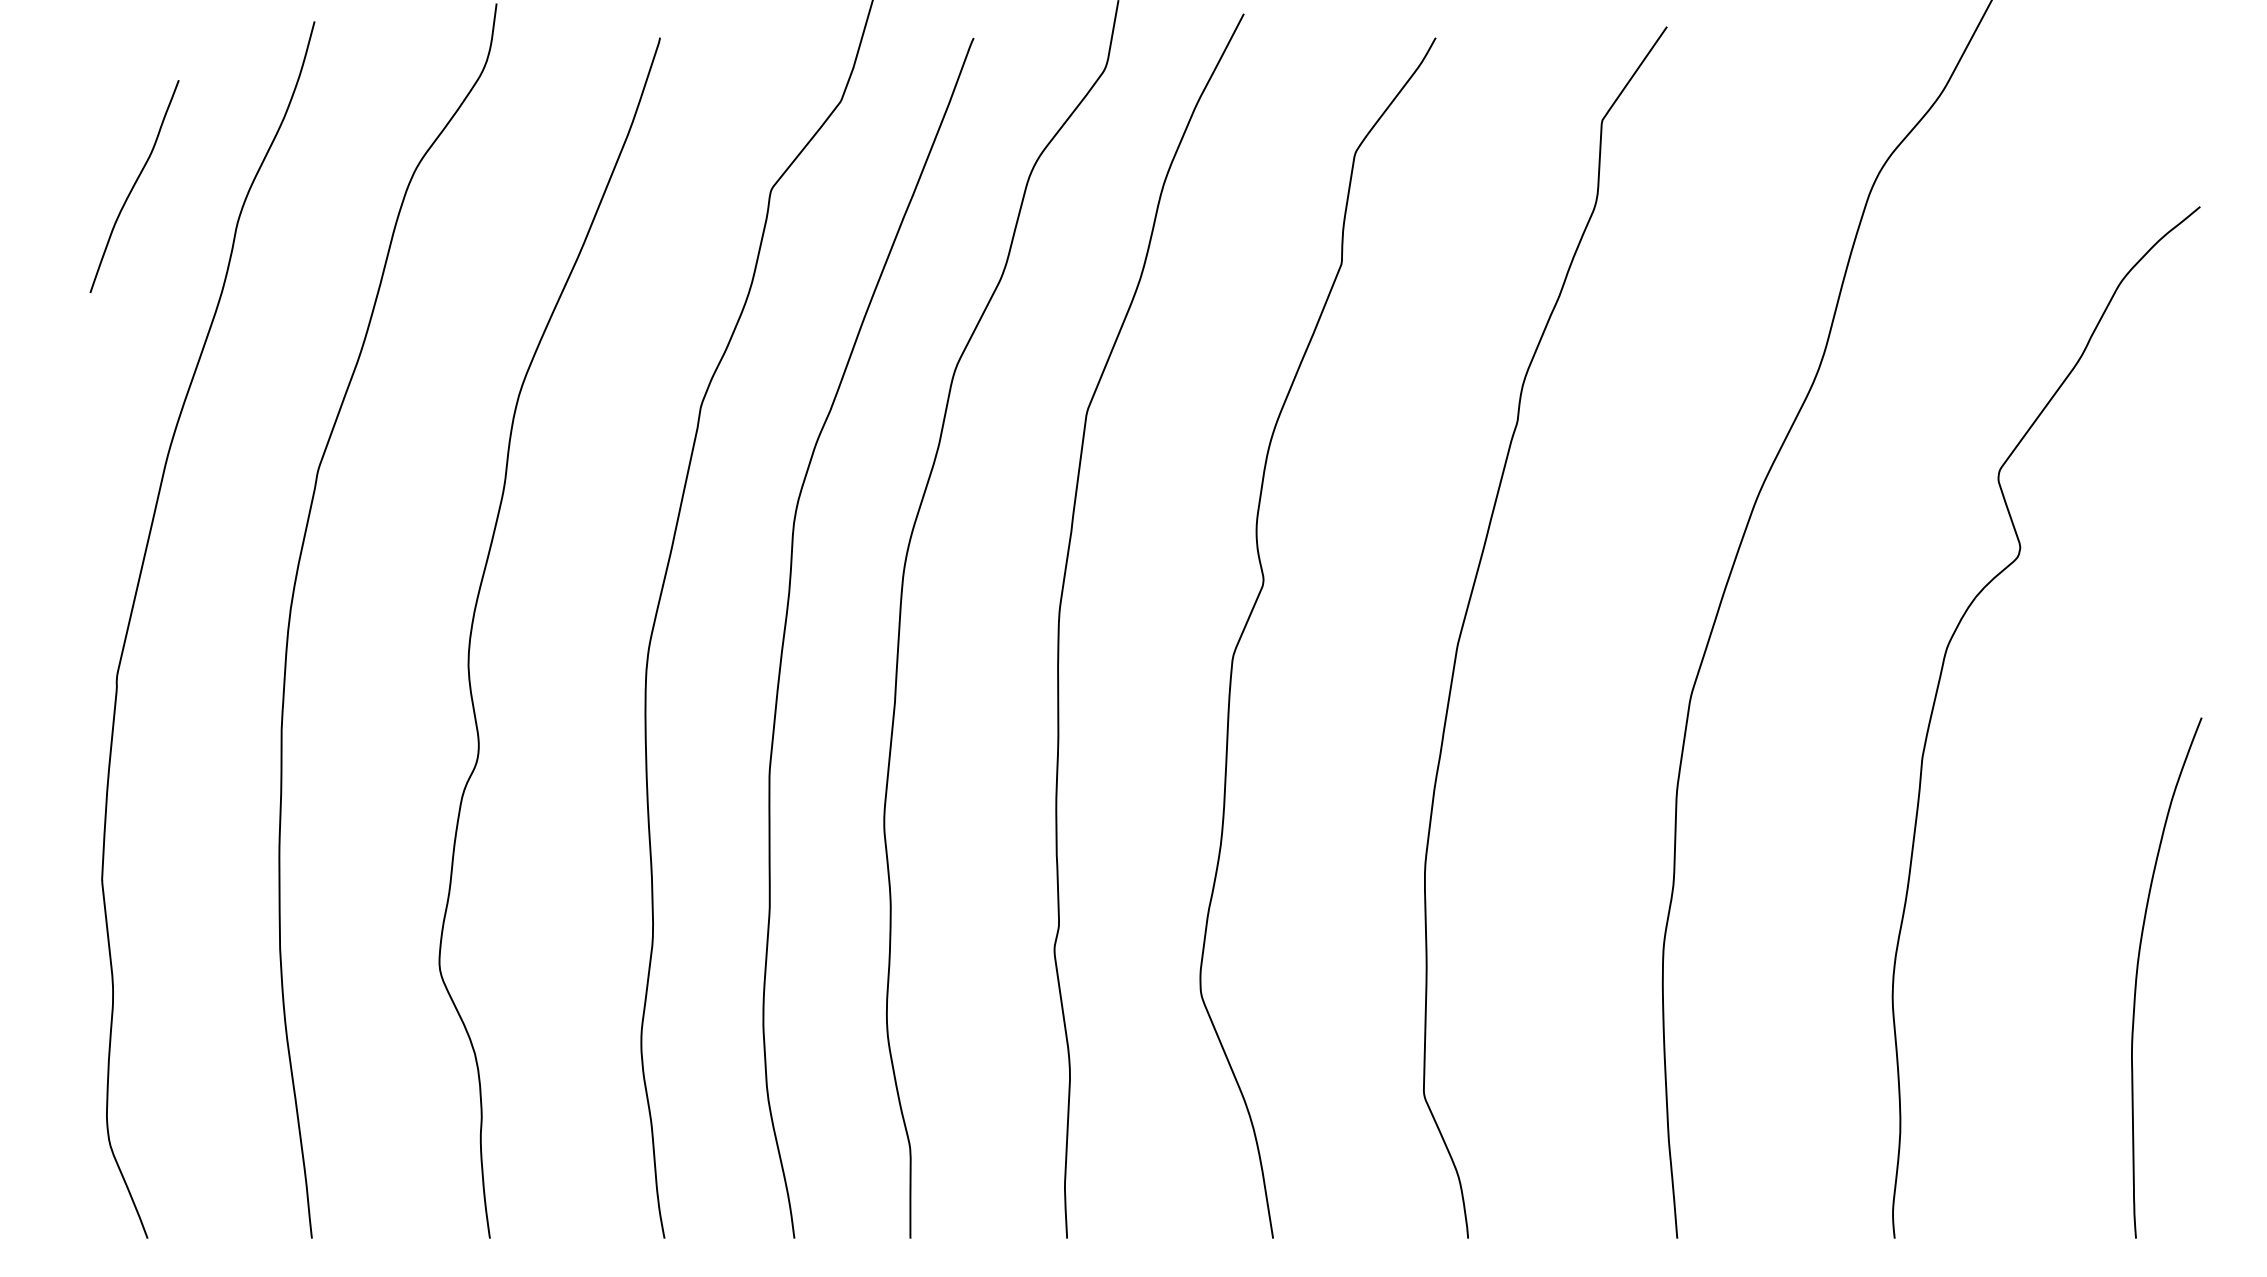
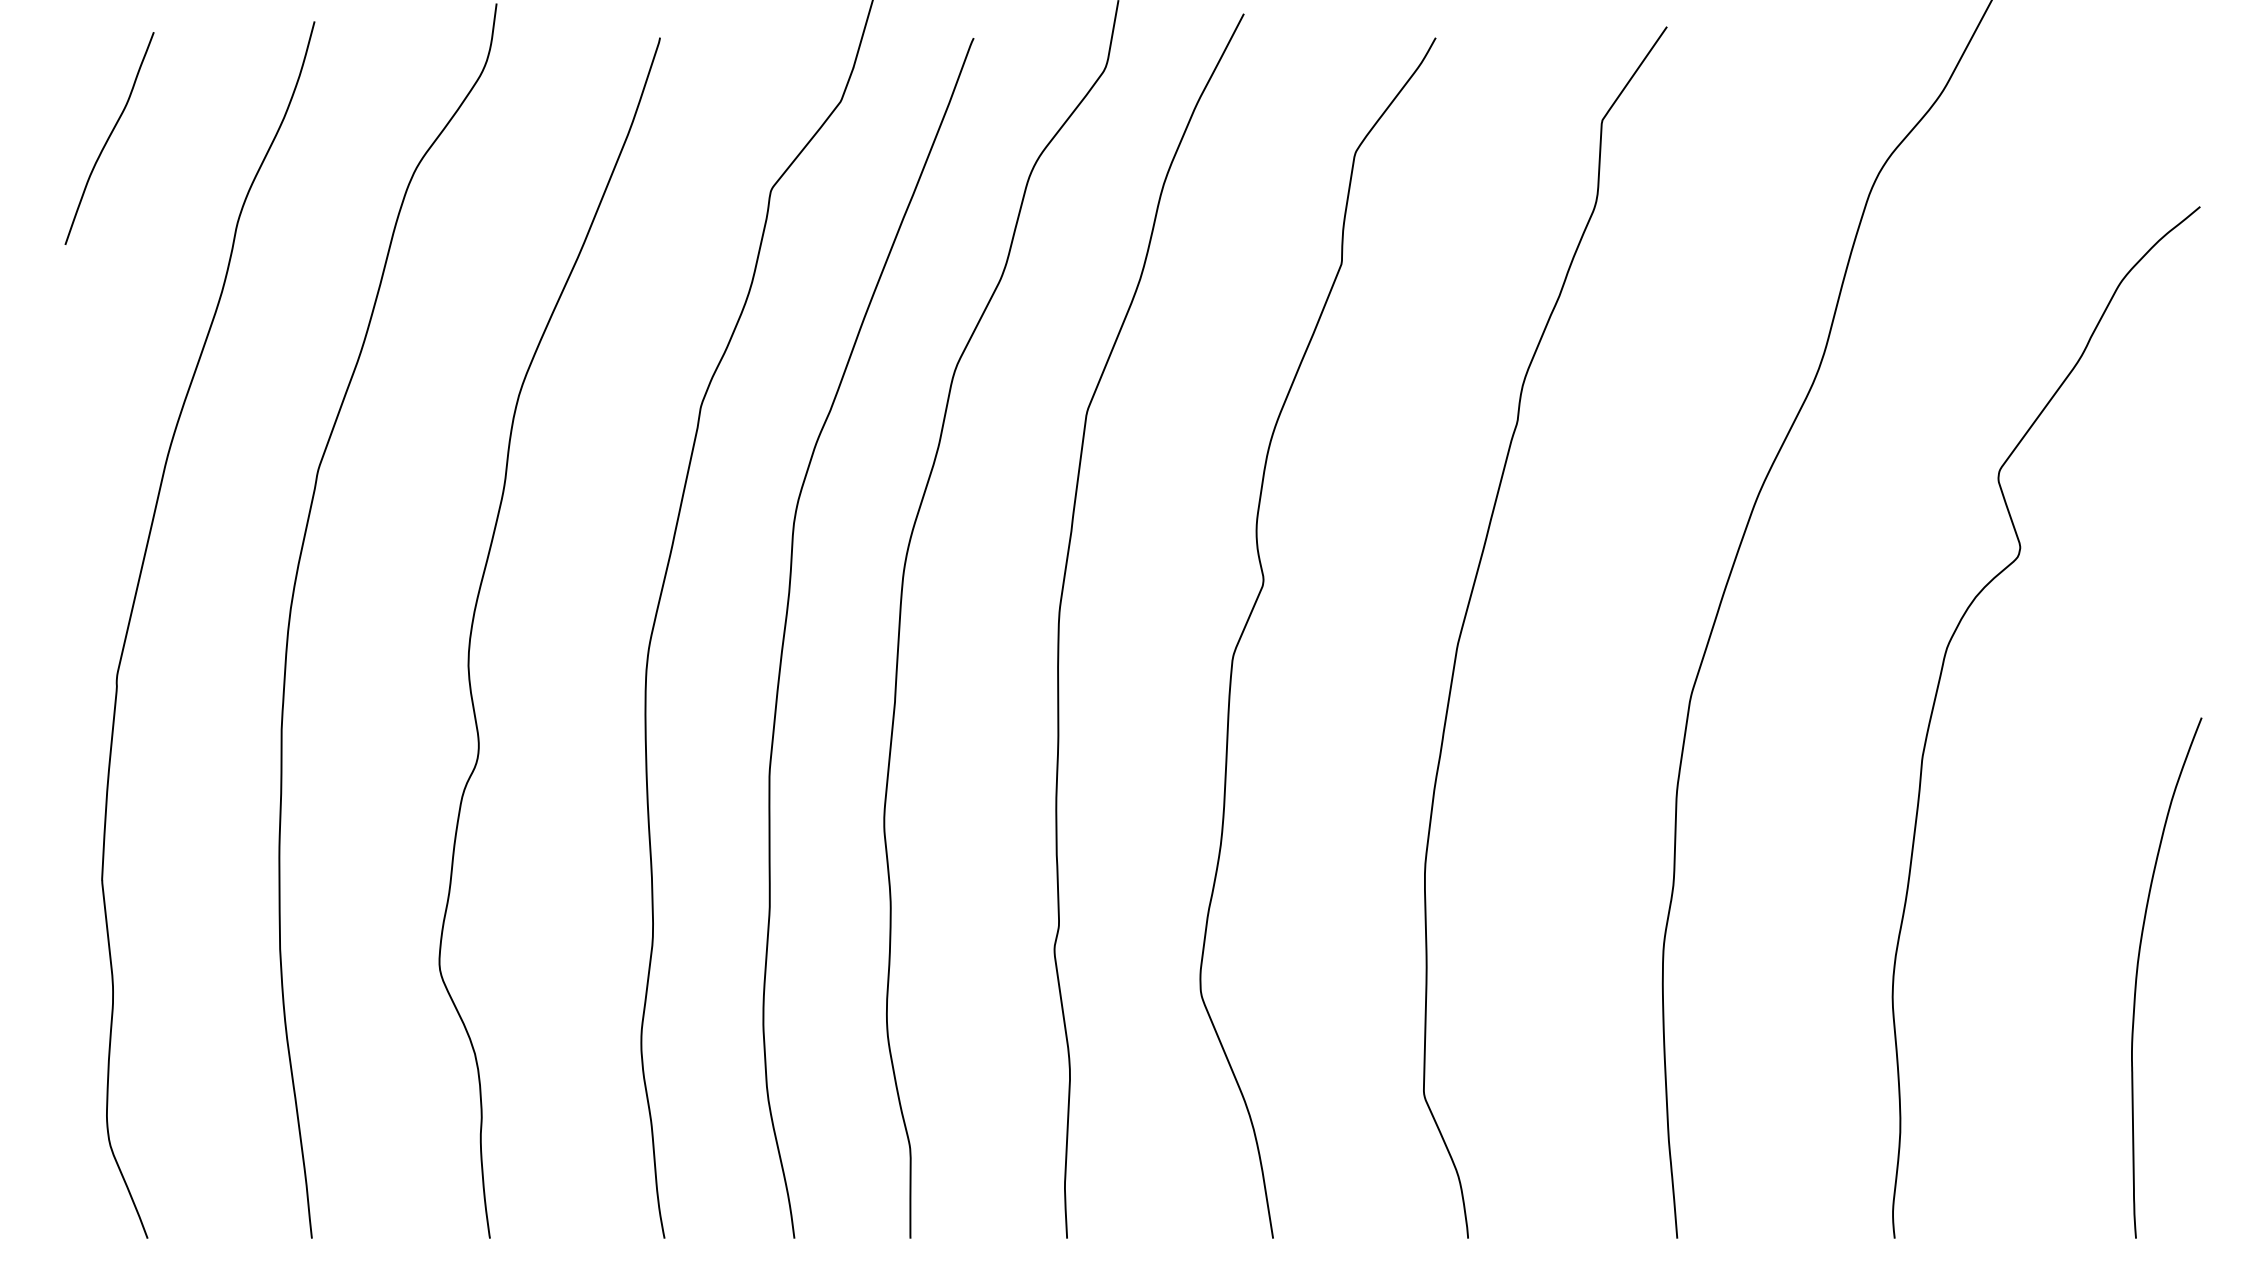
curve at (134, 186) position: (134, 186) -> (109, 138)
